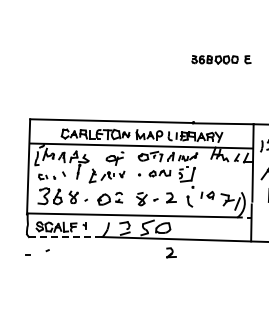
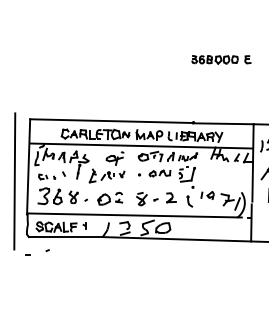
line at (14, 181): none -> present
line at (65, 237): dashed -> solid
part at (171, 252): present -> none
